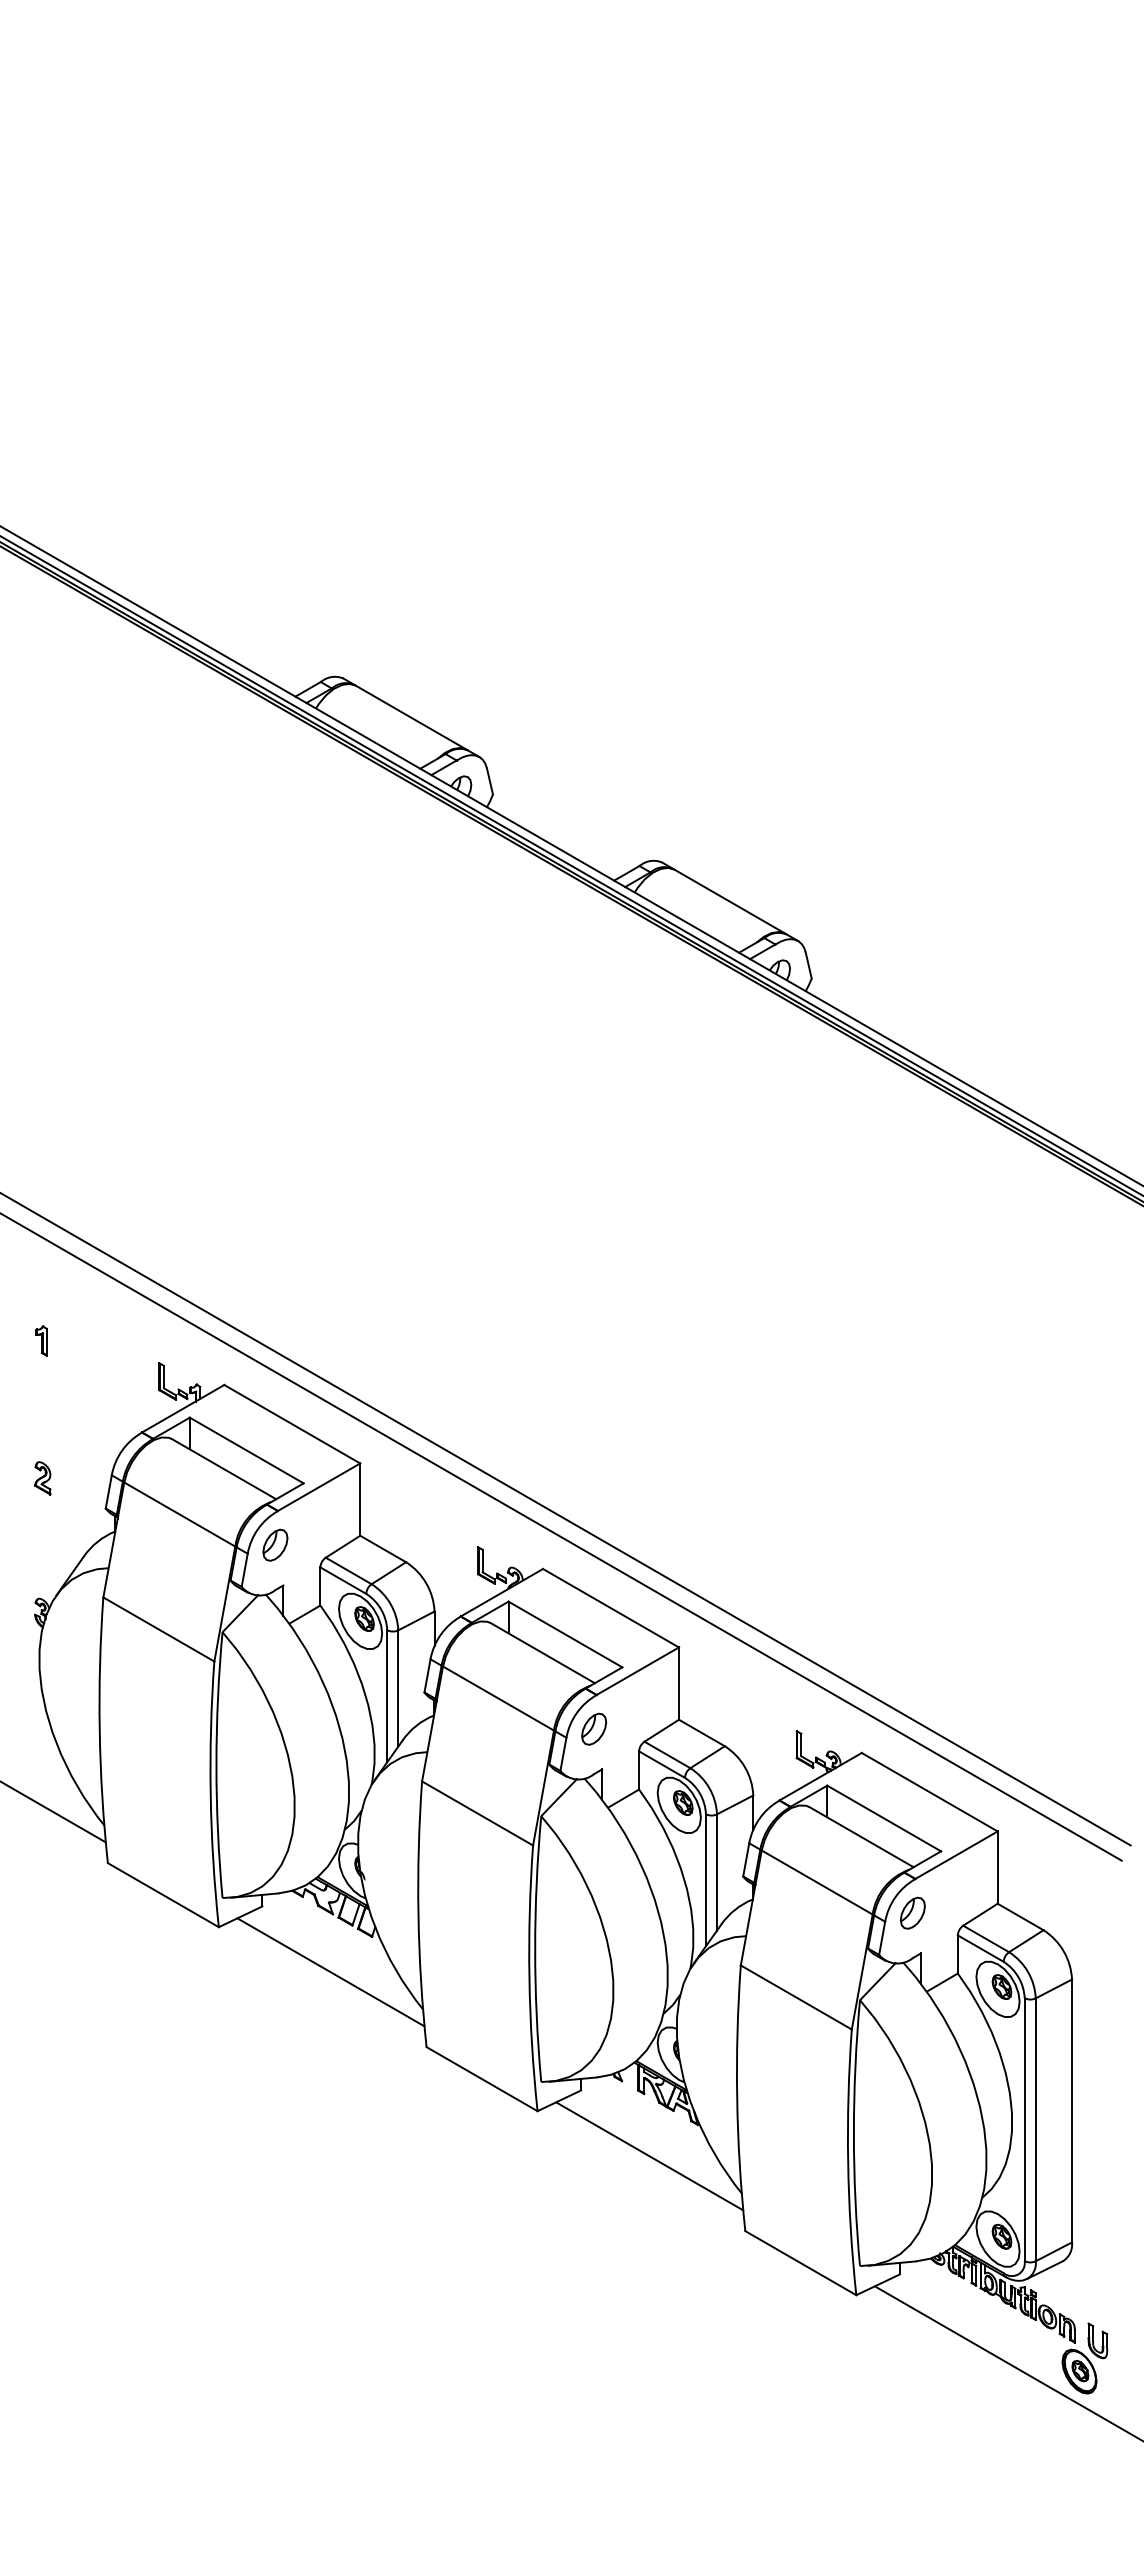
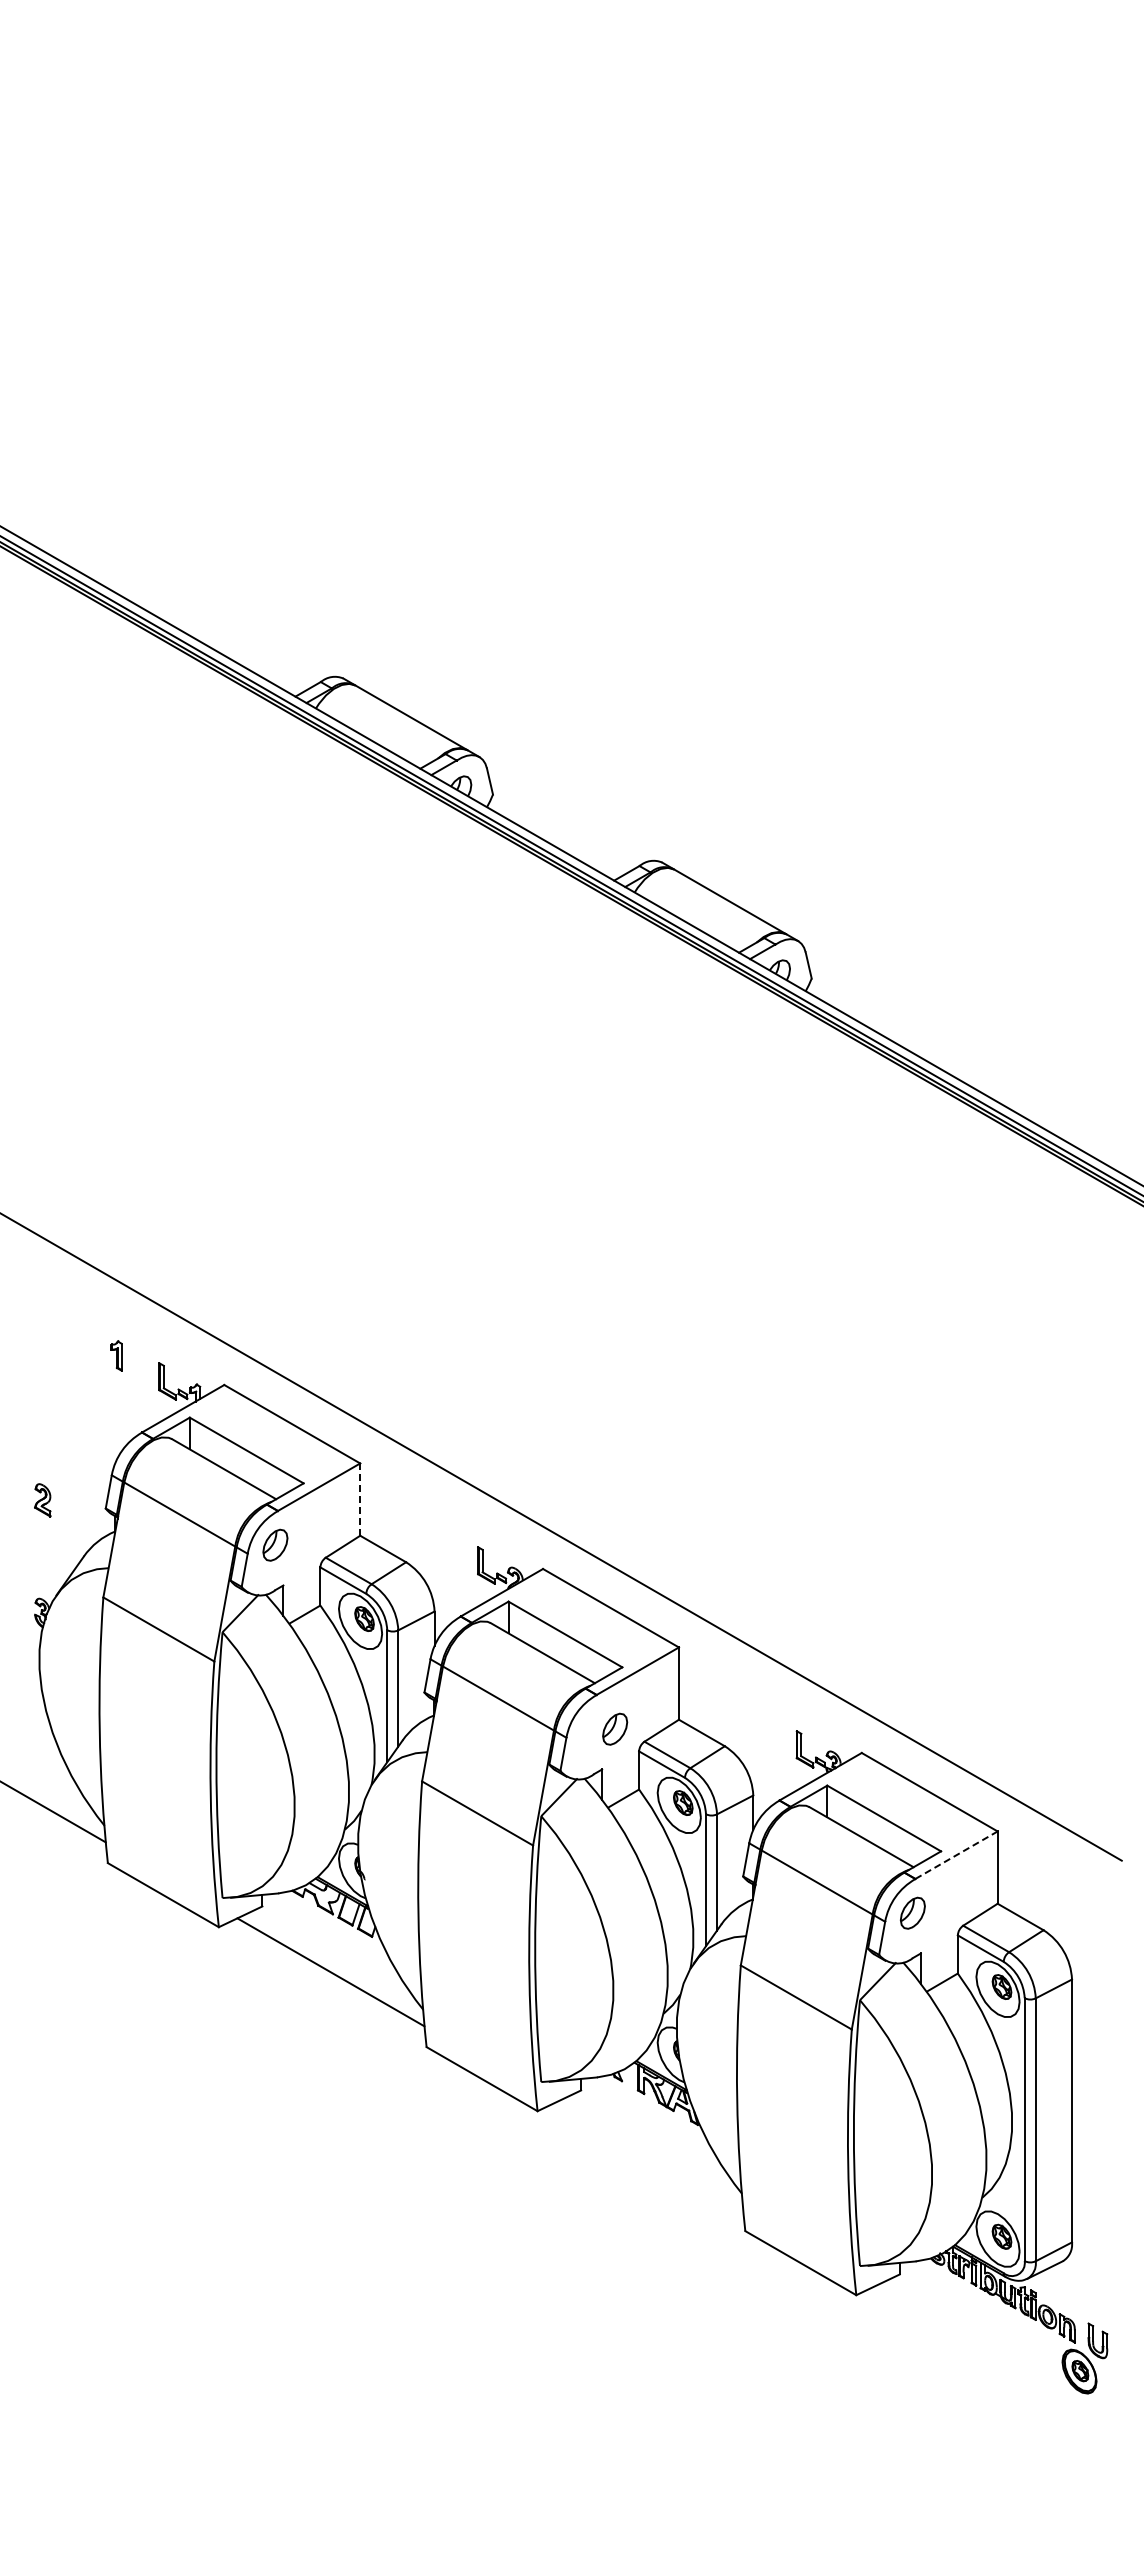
part at (41, 1340) position: (41, 1340) -> (116, 1355)
part at (42, 1478) position: (42, 1478) -> (42, 1500)
line at (360, 1499): solid -> dashed
line at (566, 1519): present -> none
part at (594, 1728) position: (594, 1728) -> (615, 1728)
line at (957, 1854): solid -> dashed
line at (649, 2156): present -> none
line at (1007, 2362): present -> none
